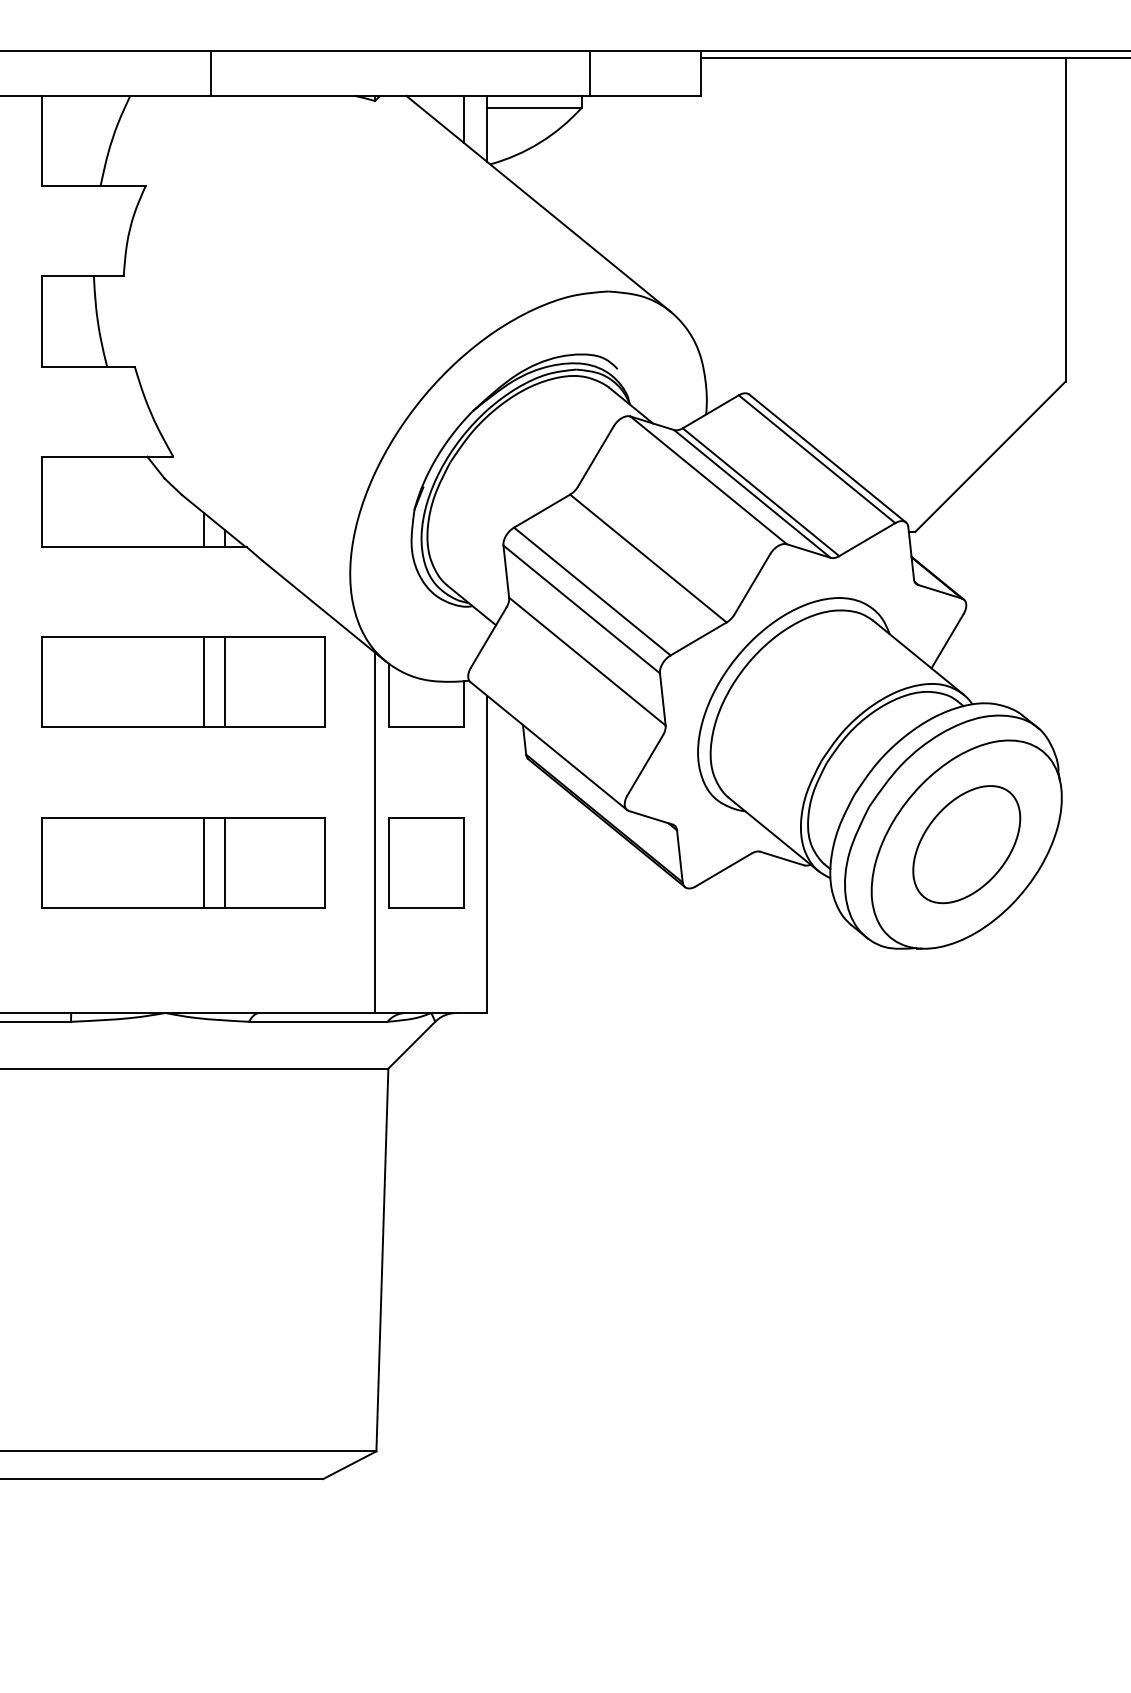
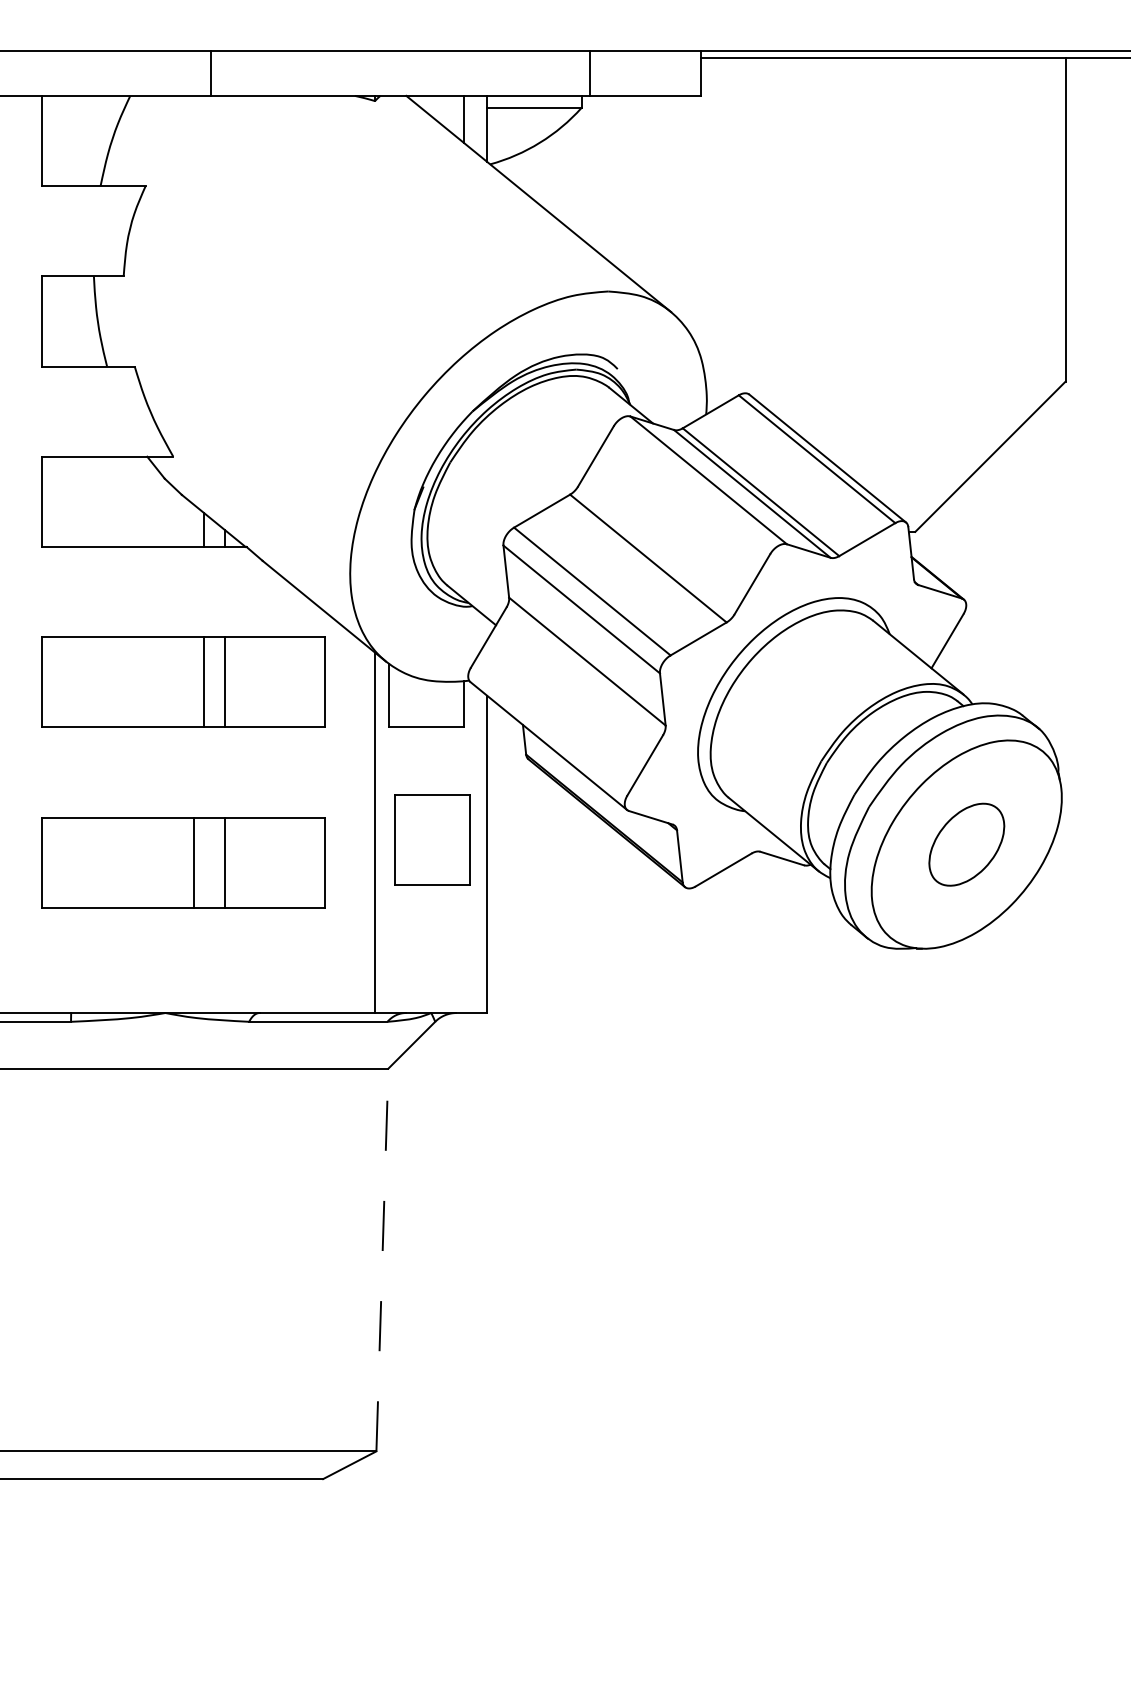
part at (966, 844) size: 110x120 px -> 78x85 px
line at (204, 862) position: (204, 862) -> (194, 862)
part at (426, 862) position: (426, 862) -> (432, 839)
line at (382, 1259): solid -> dashed
